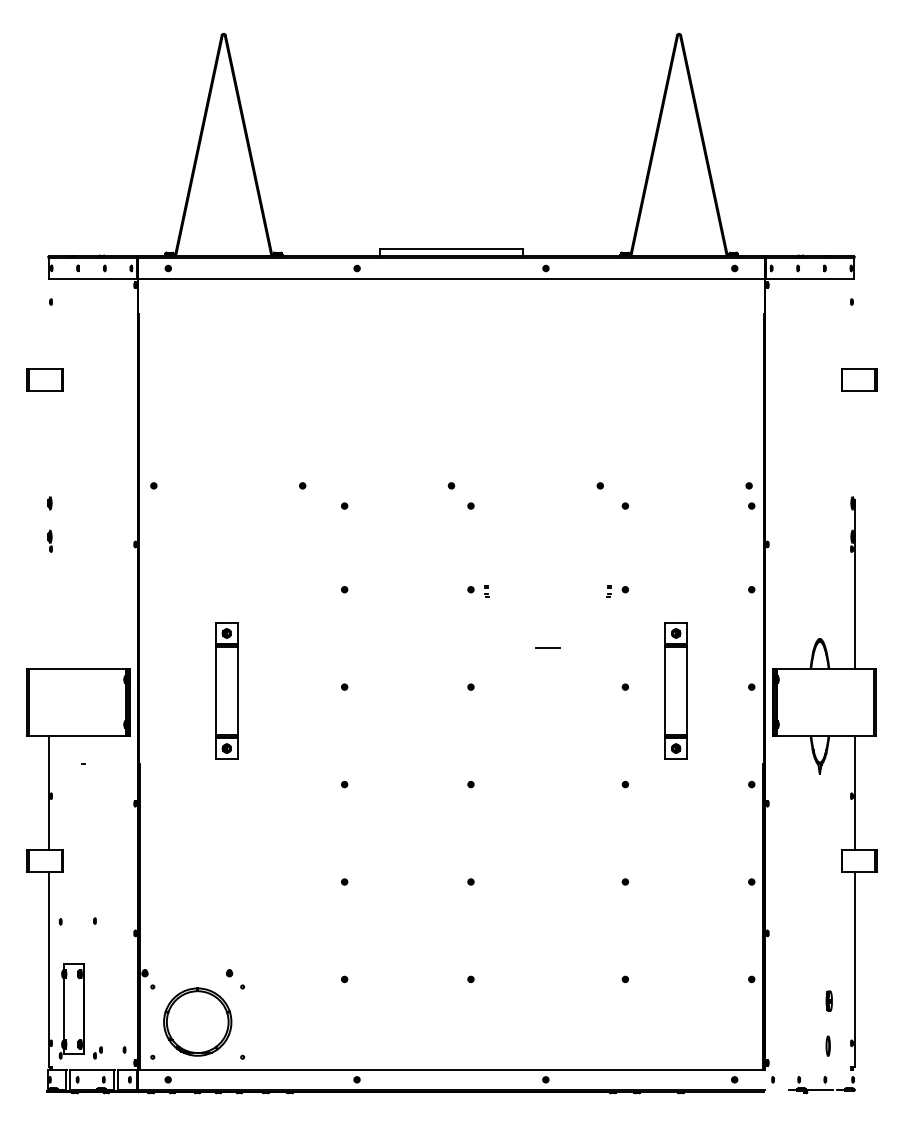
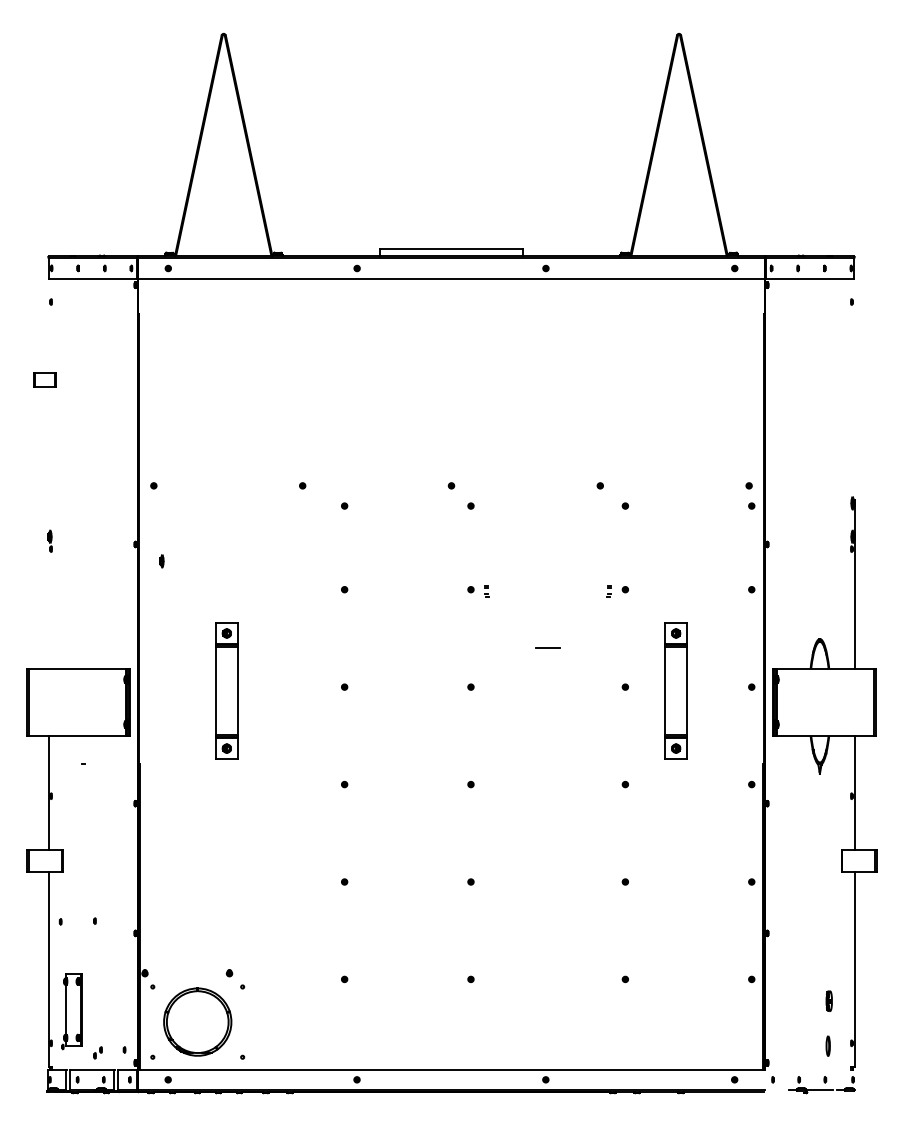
part at (44, 379) size: 38x24 px -> 24x16 px
part at (859, 379): present -> none
part at (49, 503) position: (49, 503) -> (161, 561)
part at (71, 1011) size: 27x97 px -> 22x78 px
